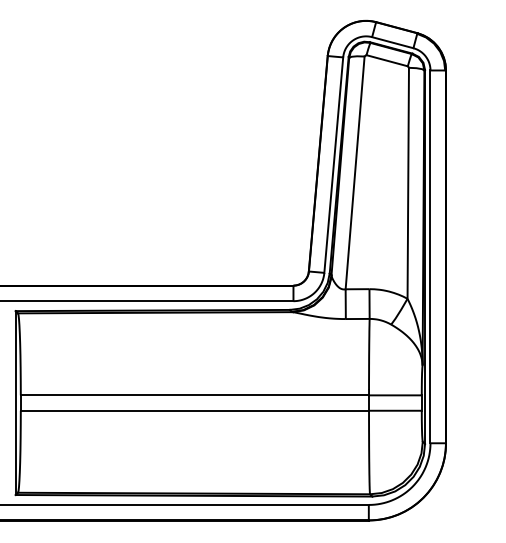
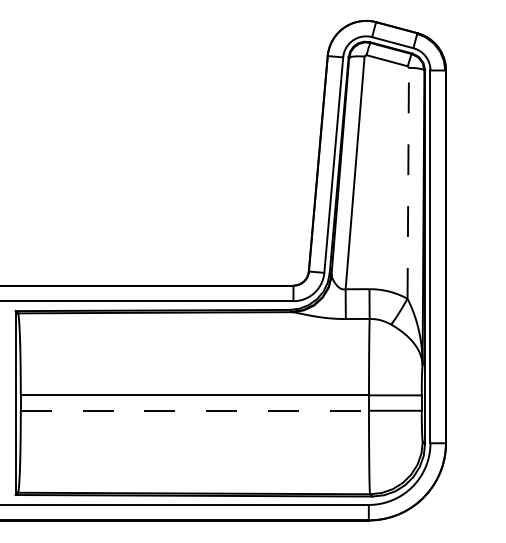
line at (408, 182): solid -> dashed
line at (195, 410): solid -> dashed
